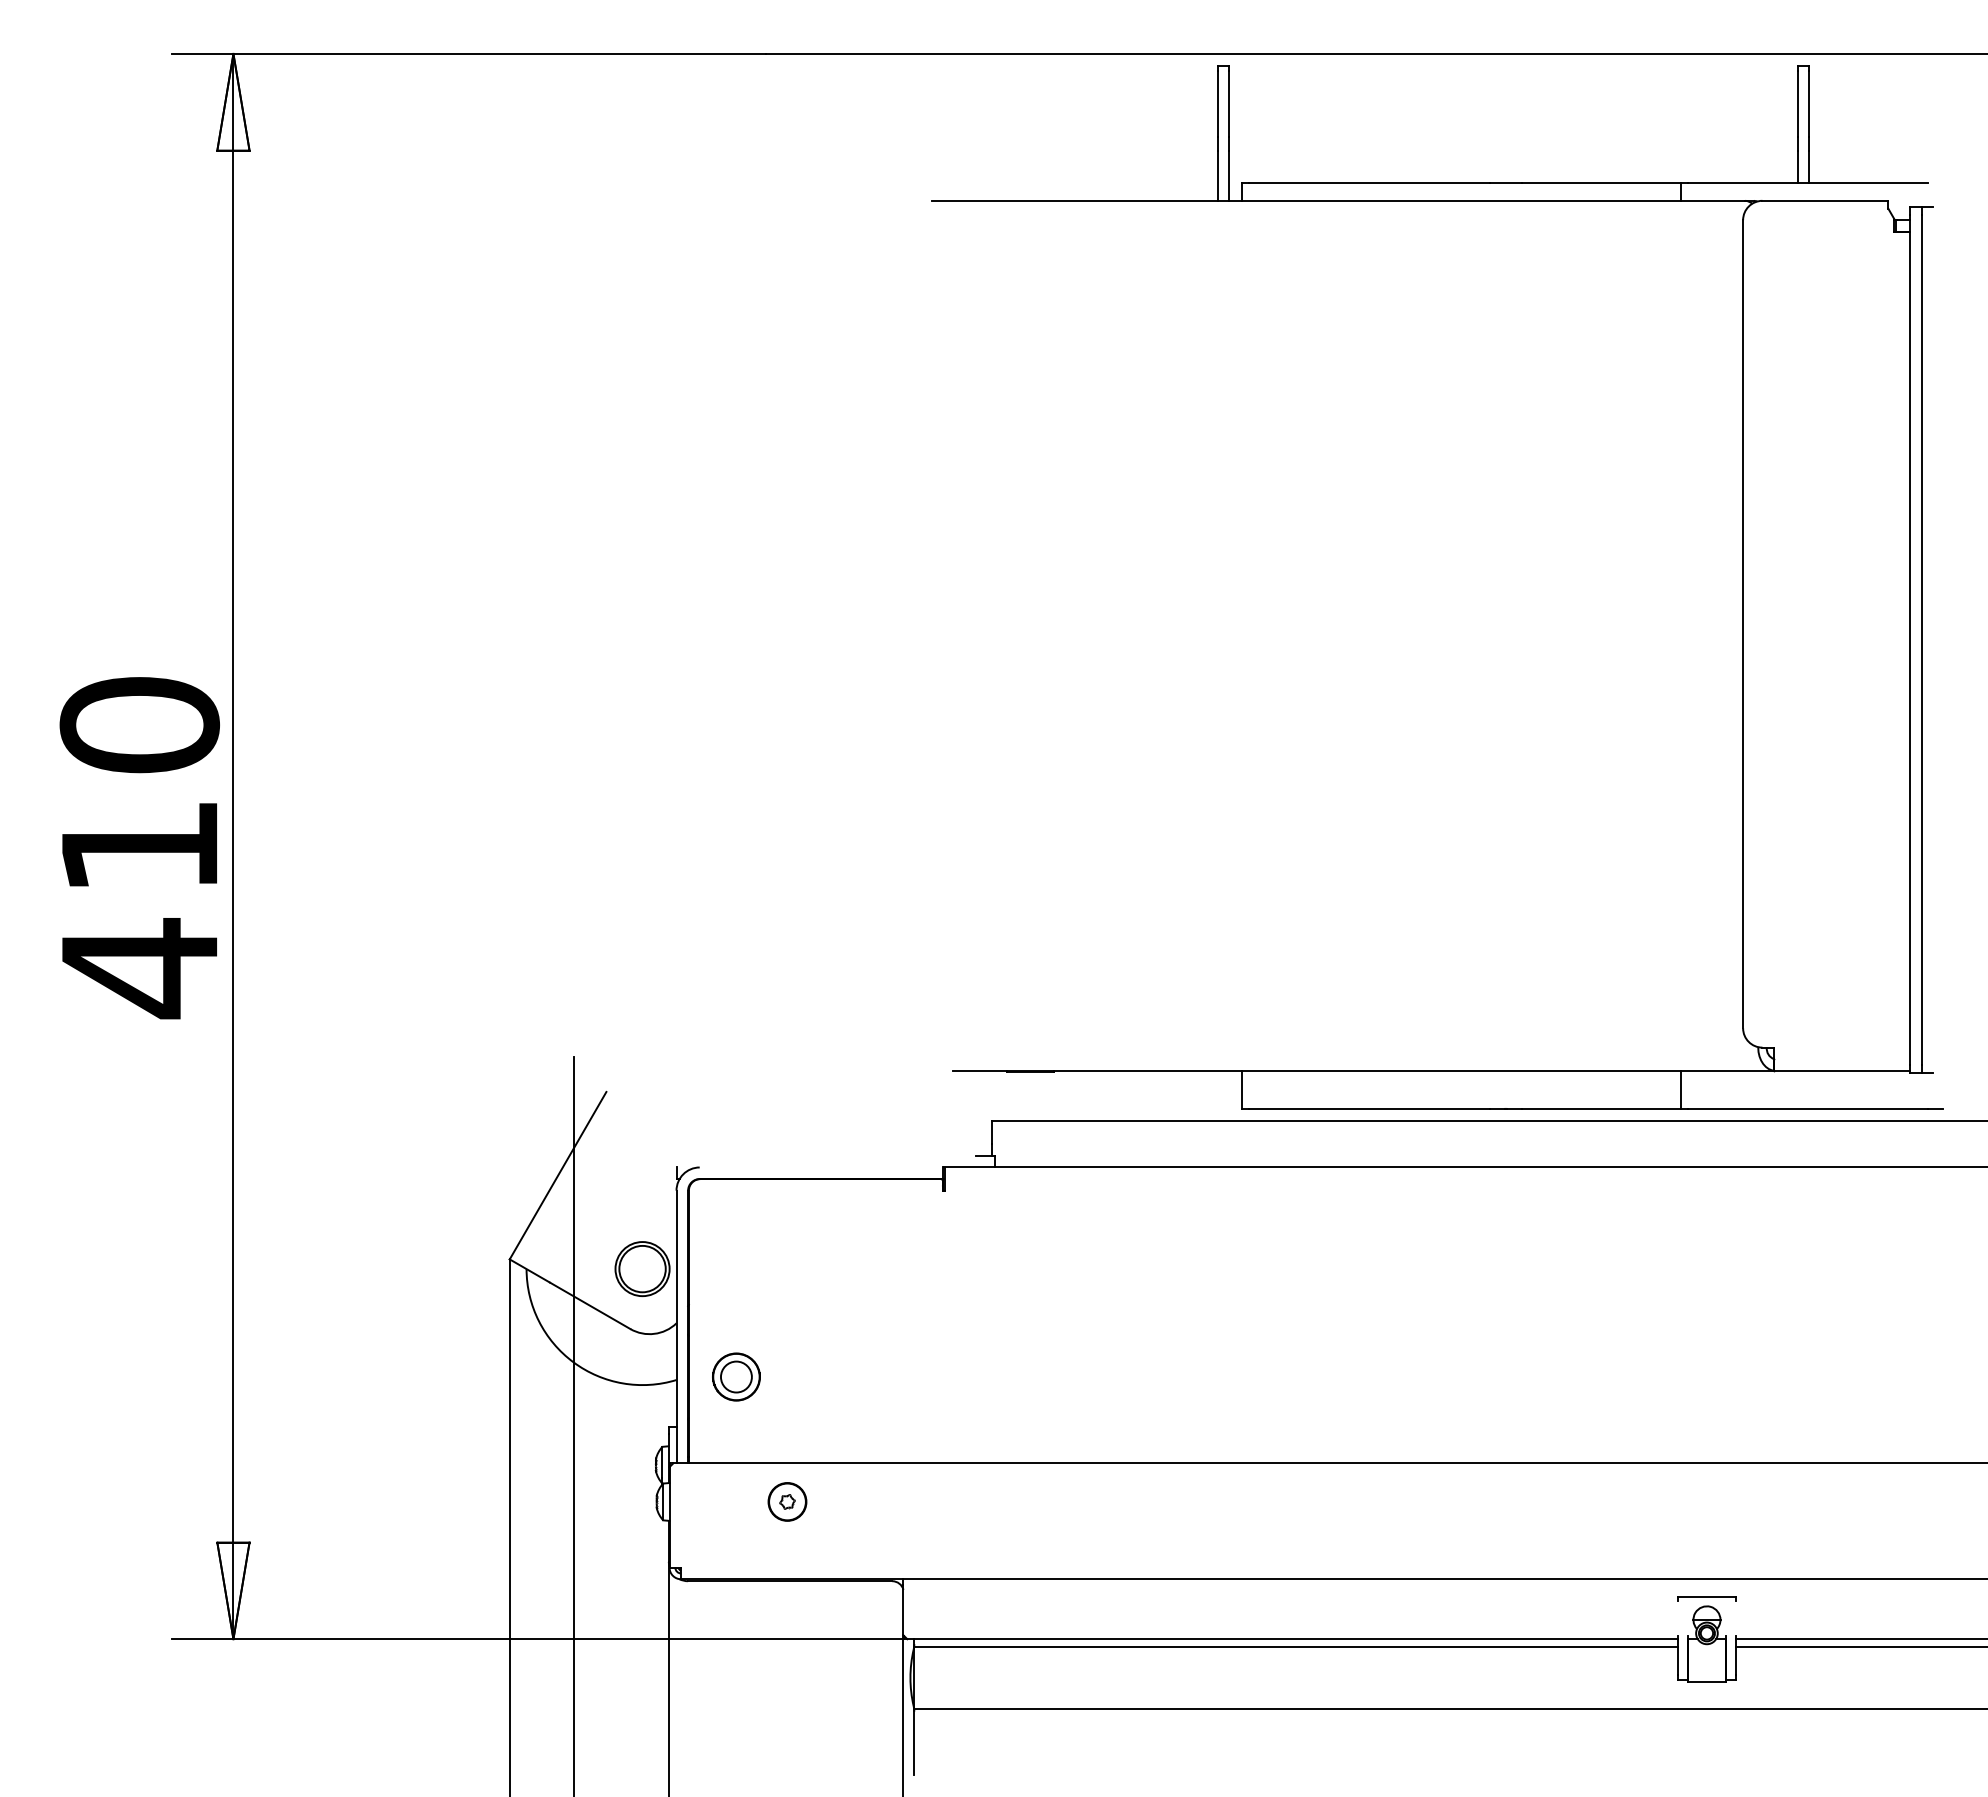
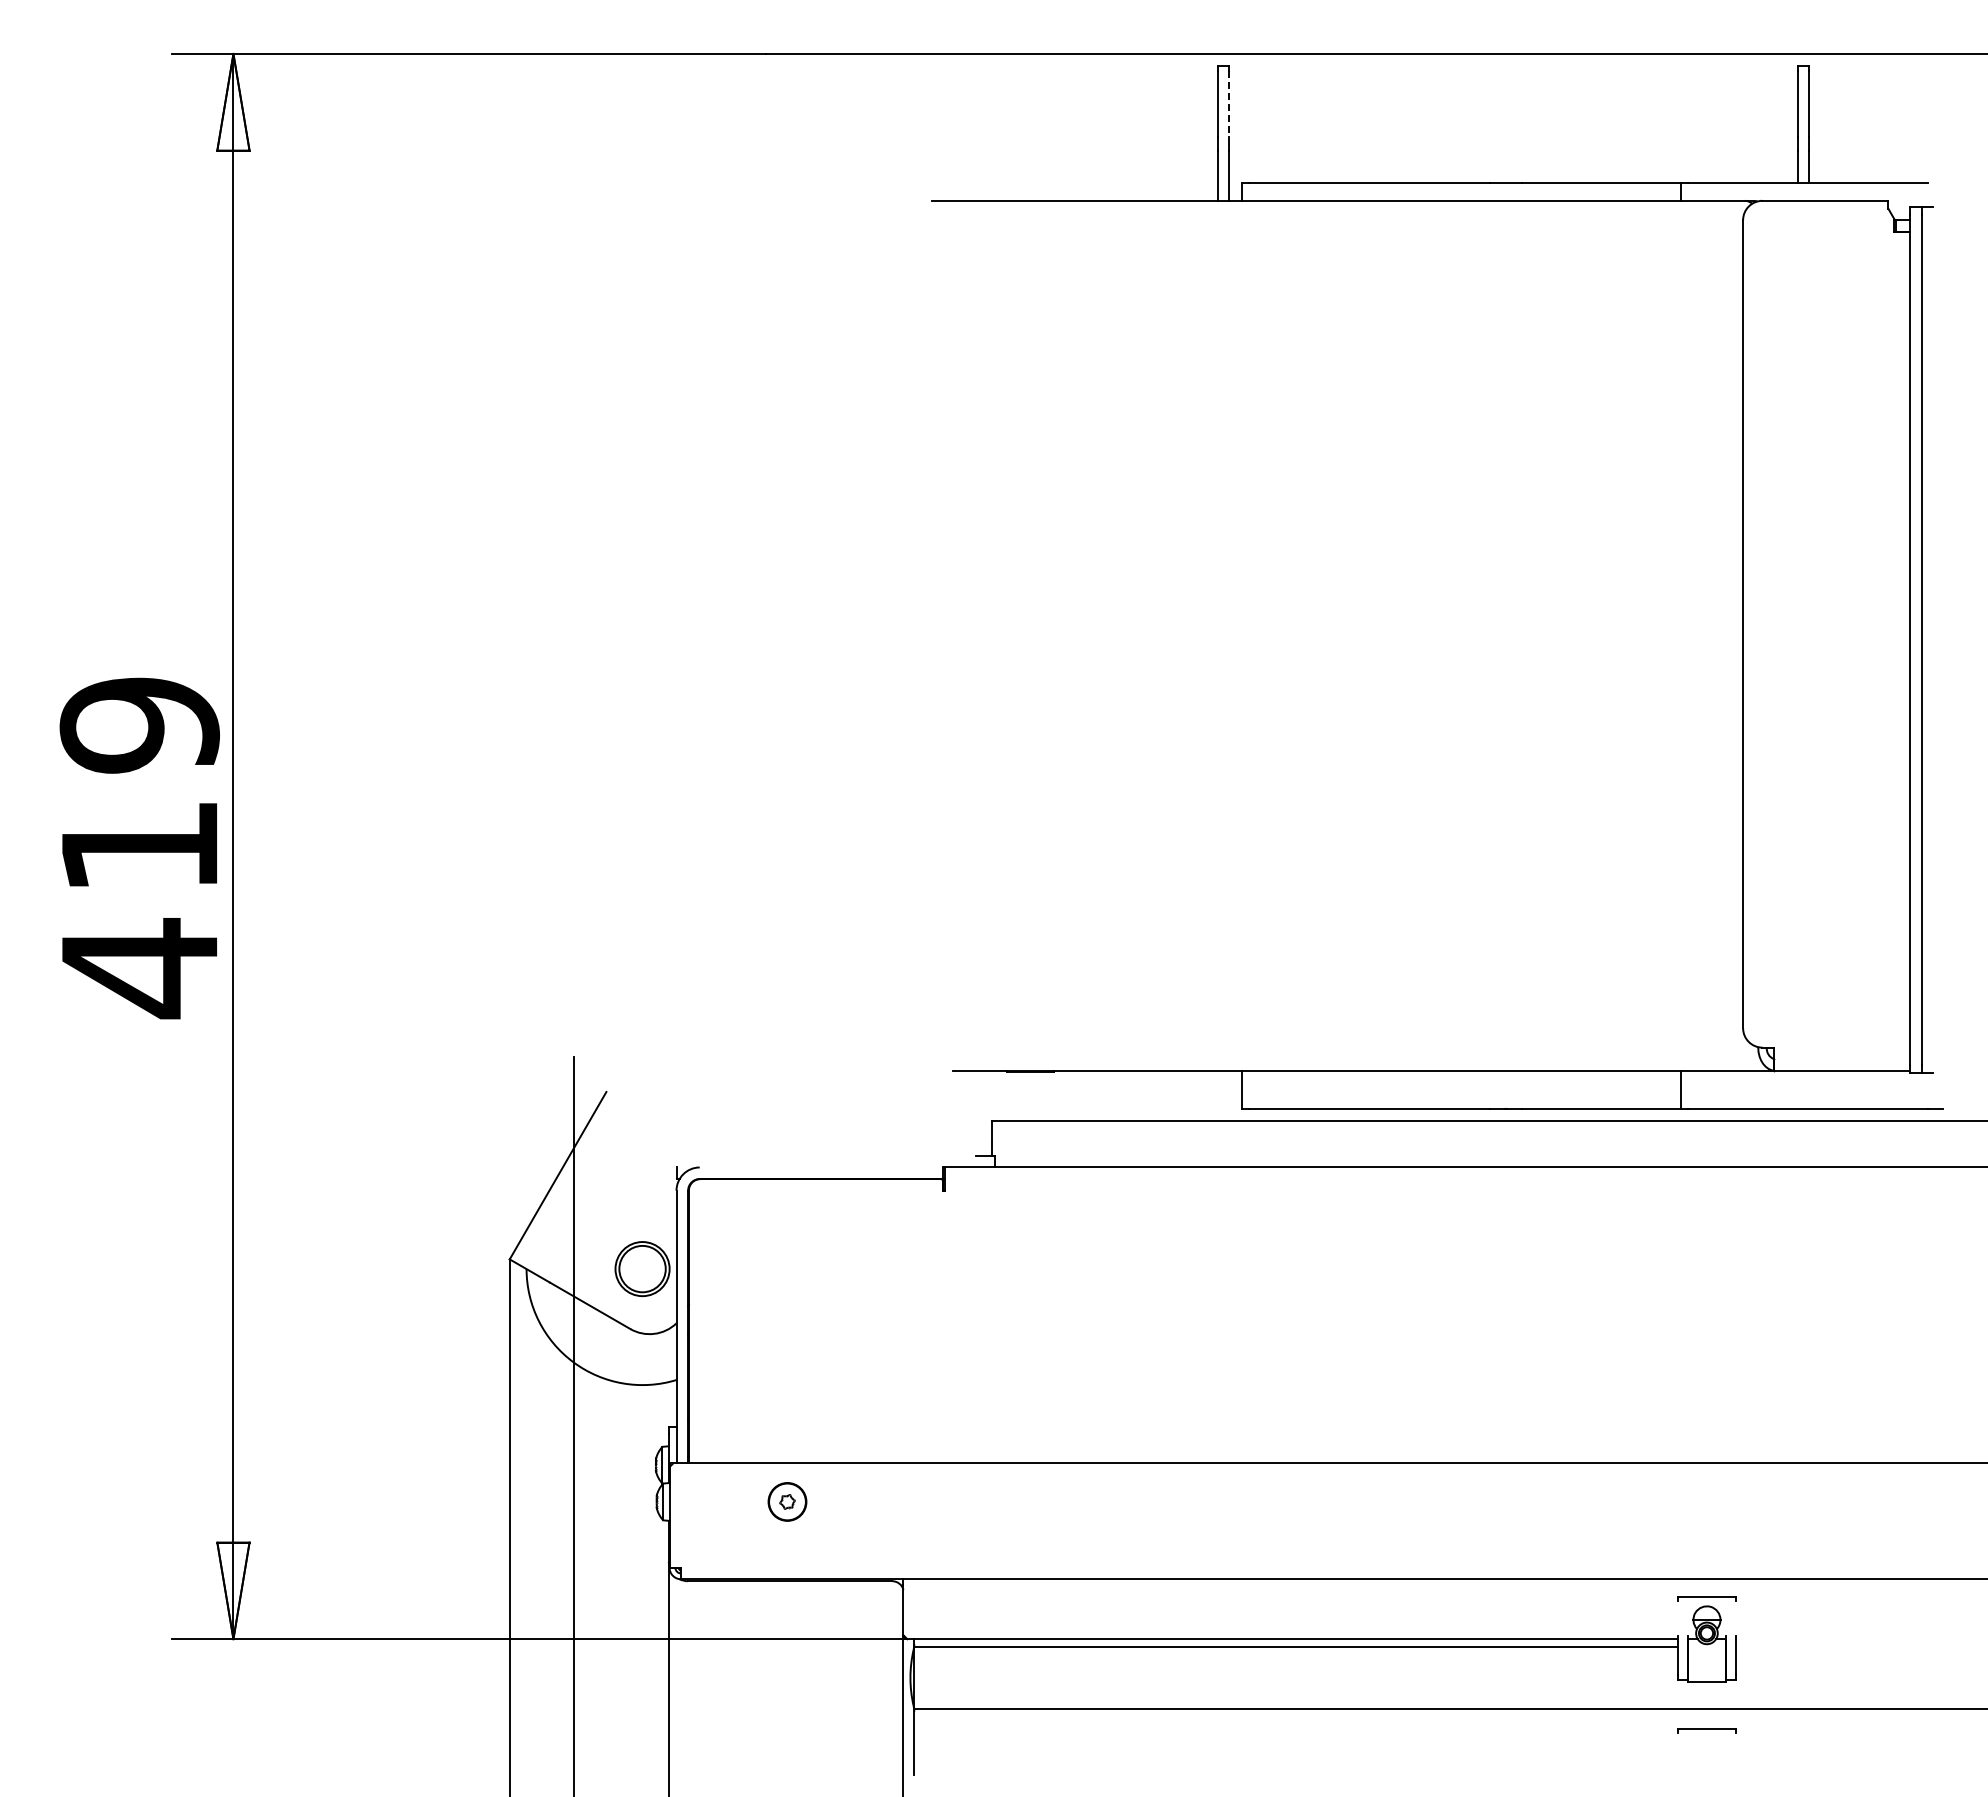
line at (1229, 104): solid -> dashed
text at (139, 725): 410 -> 419
part at (736, 1376): present -> none
line at (1859, 1639): present -> none
line at (1859, 1646): present -> none
part at (1706, 1730): none -> present
